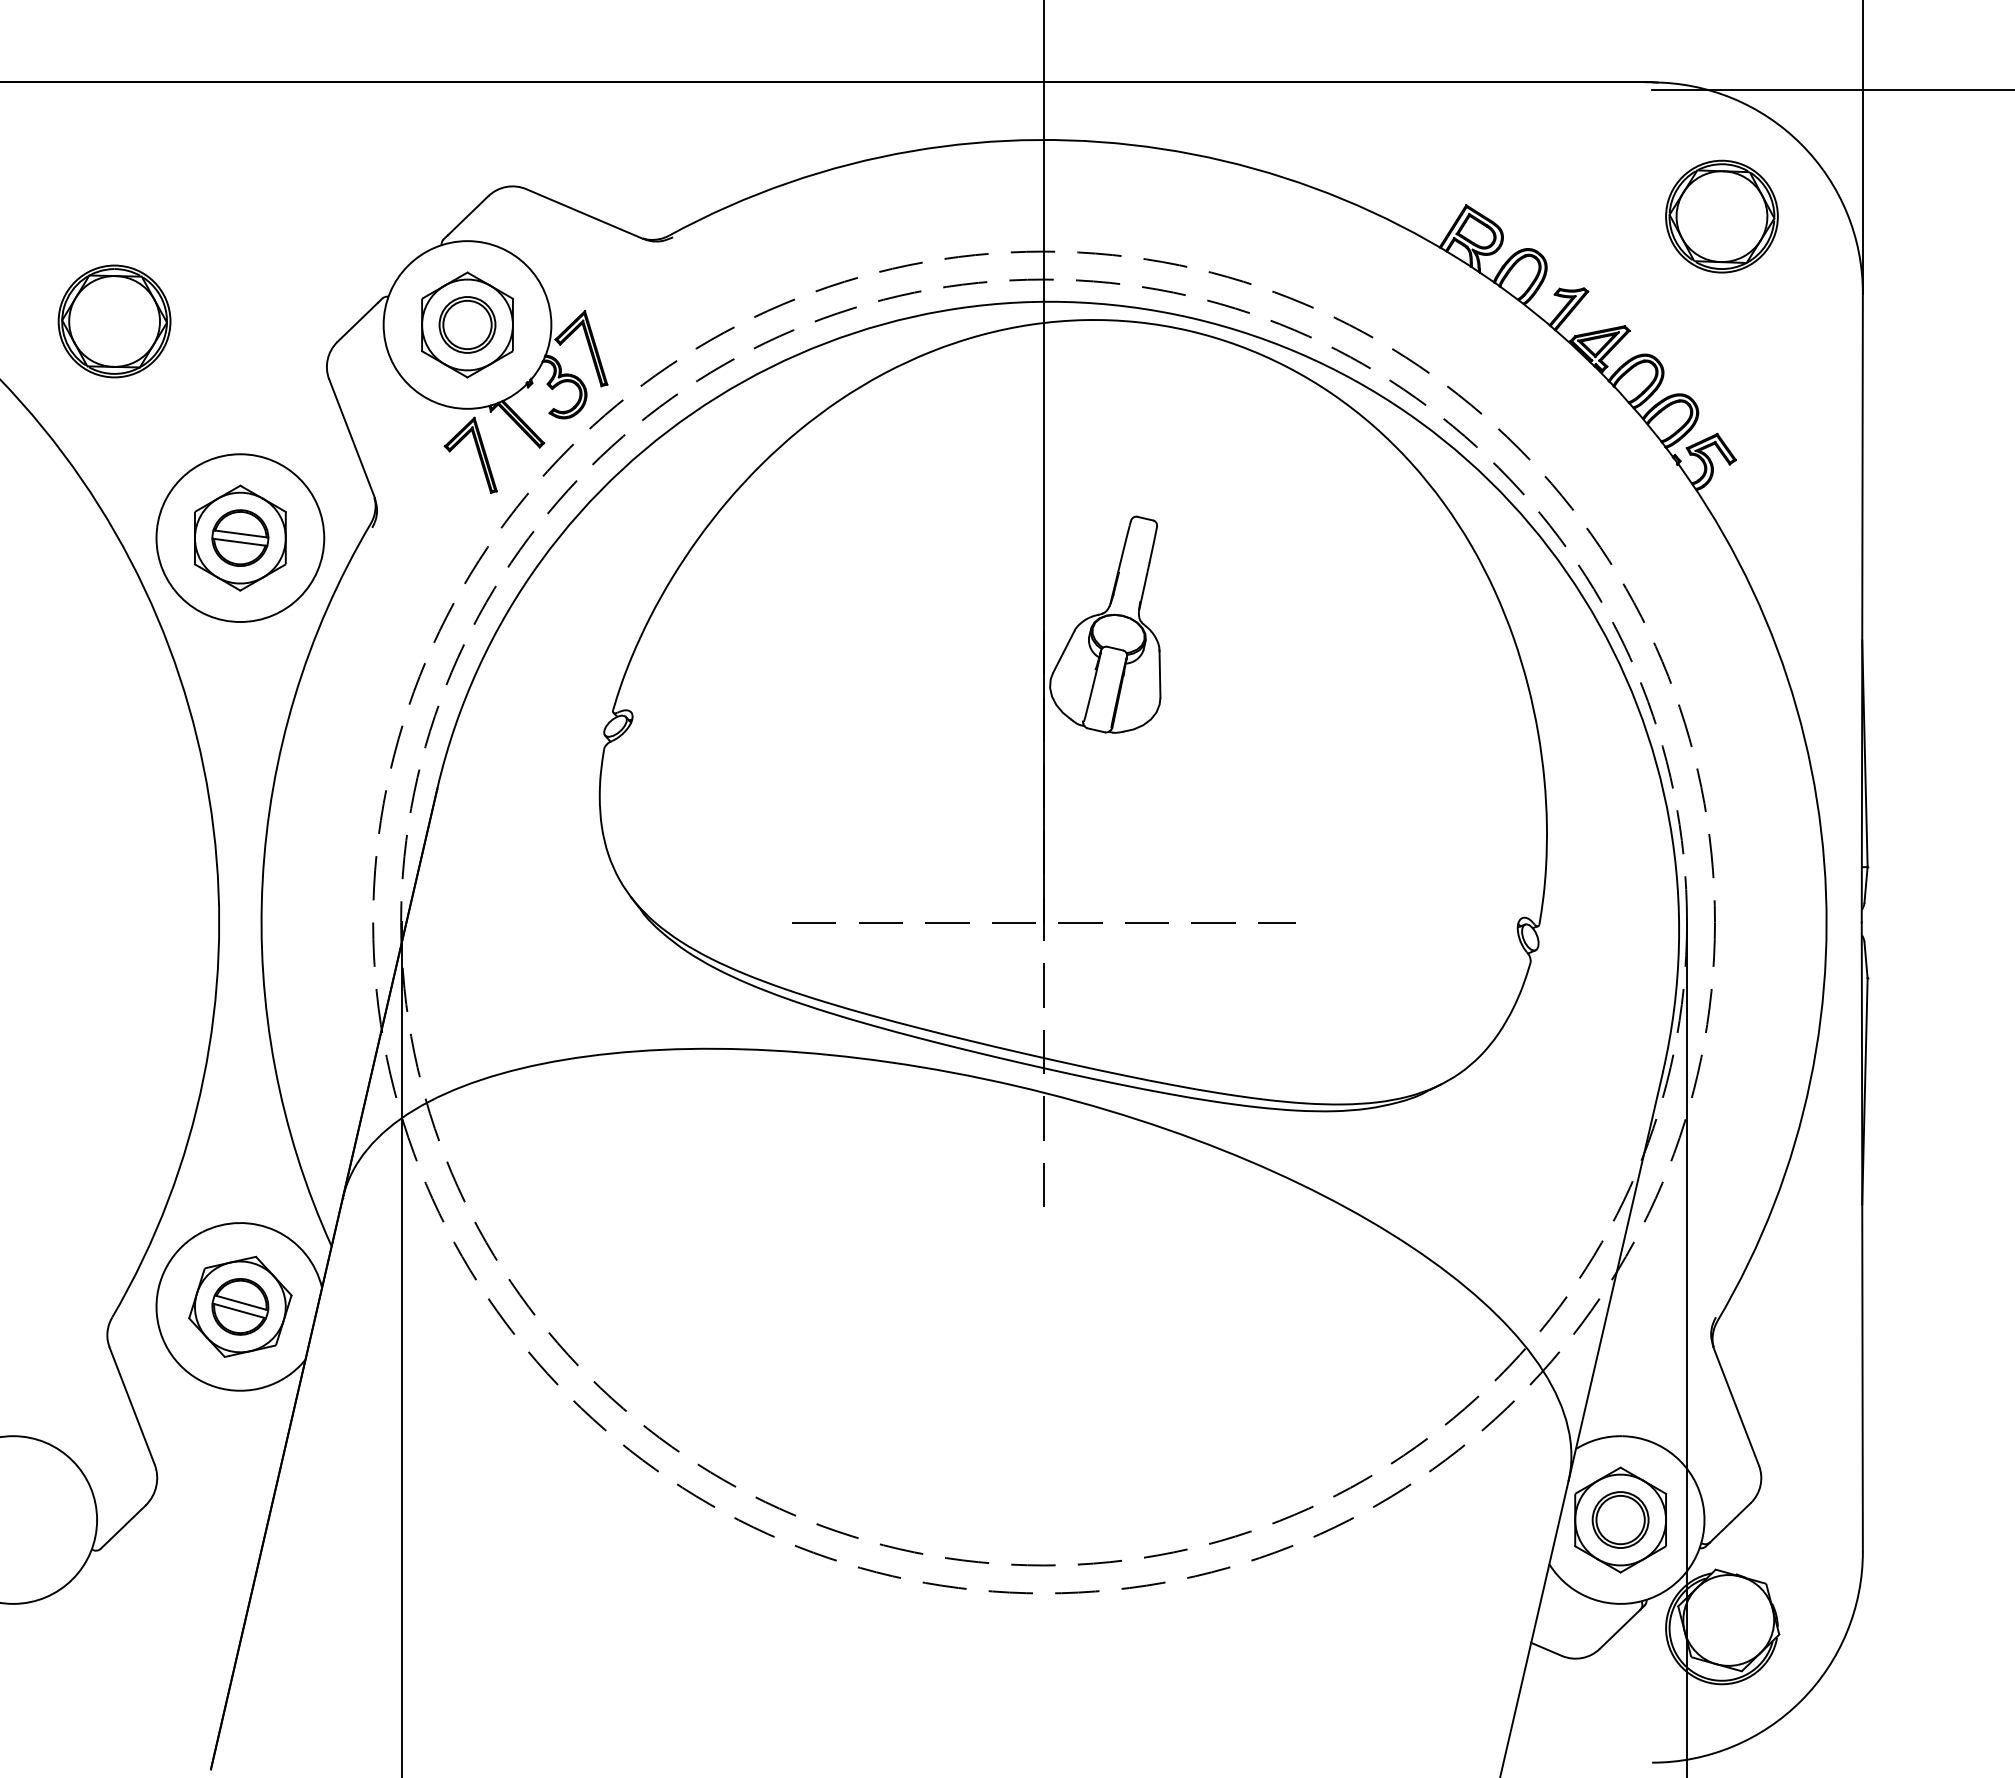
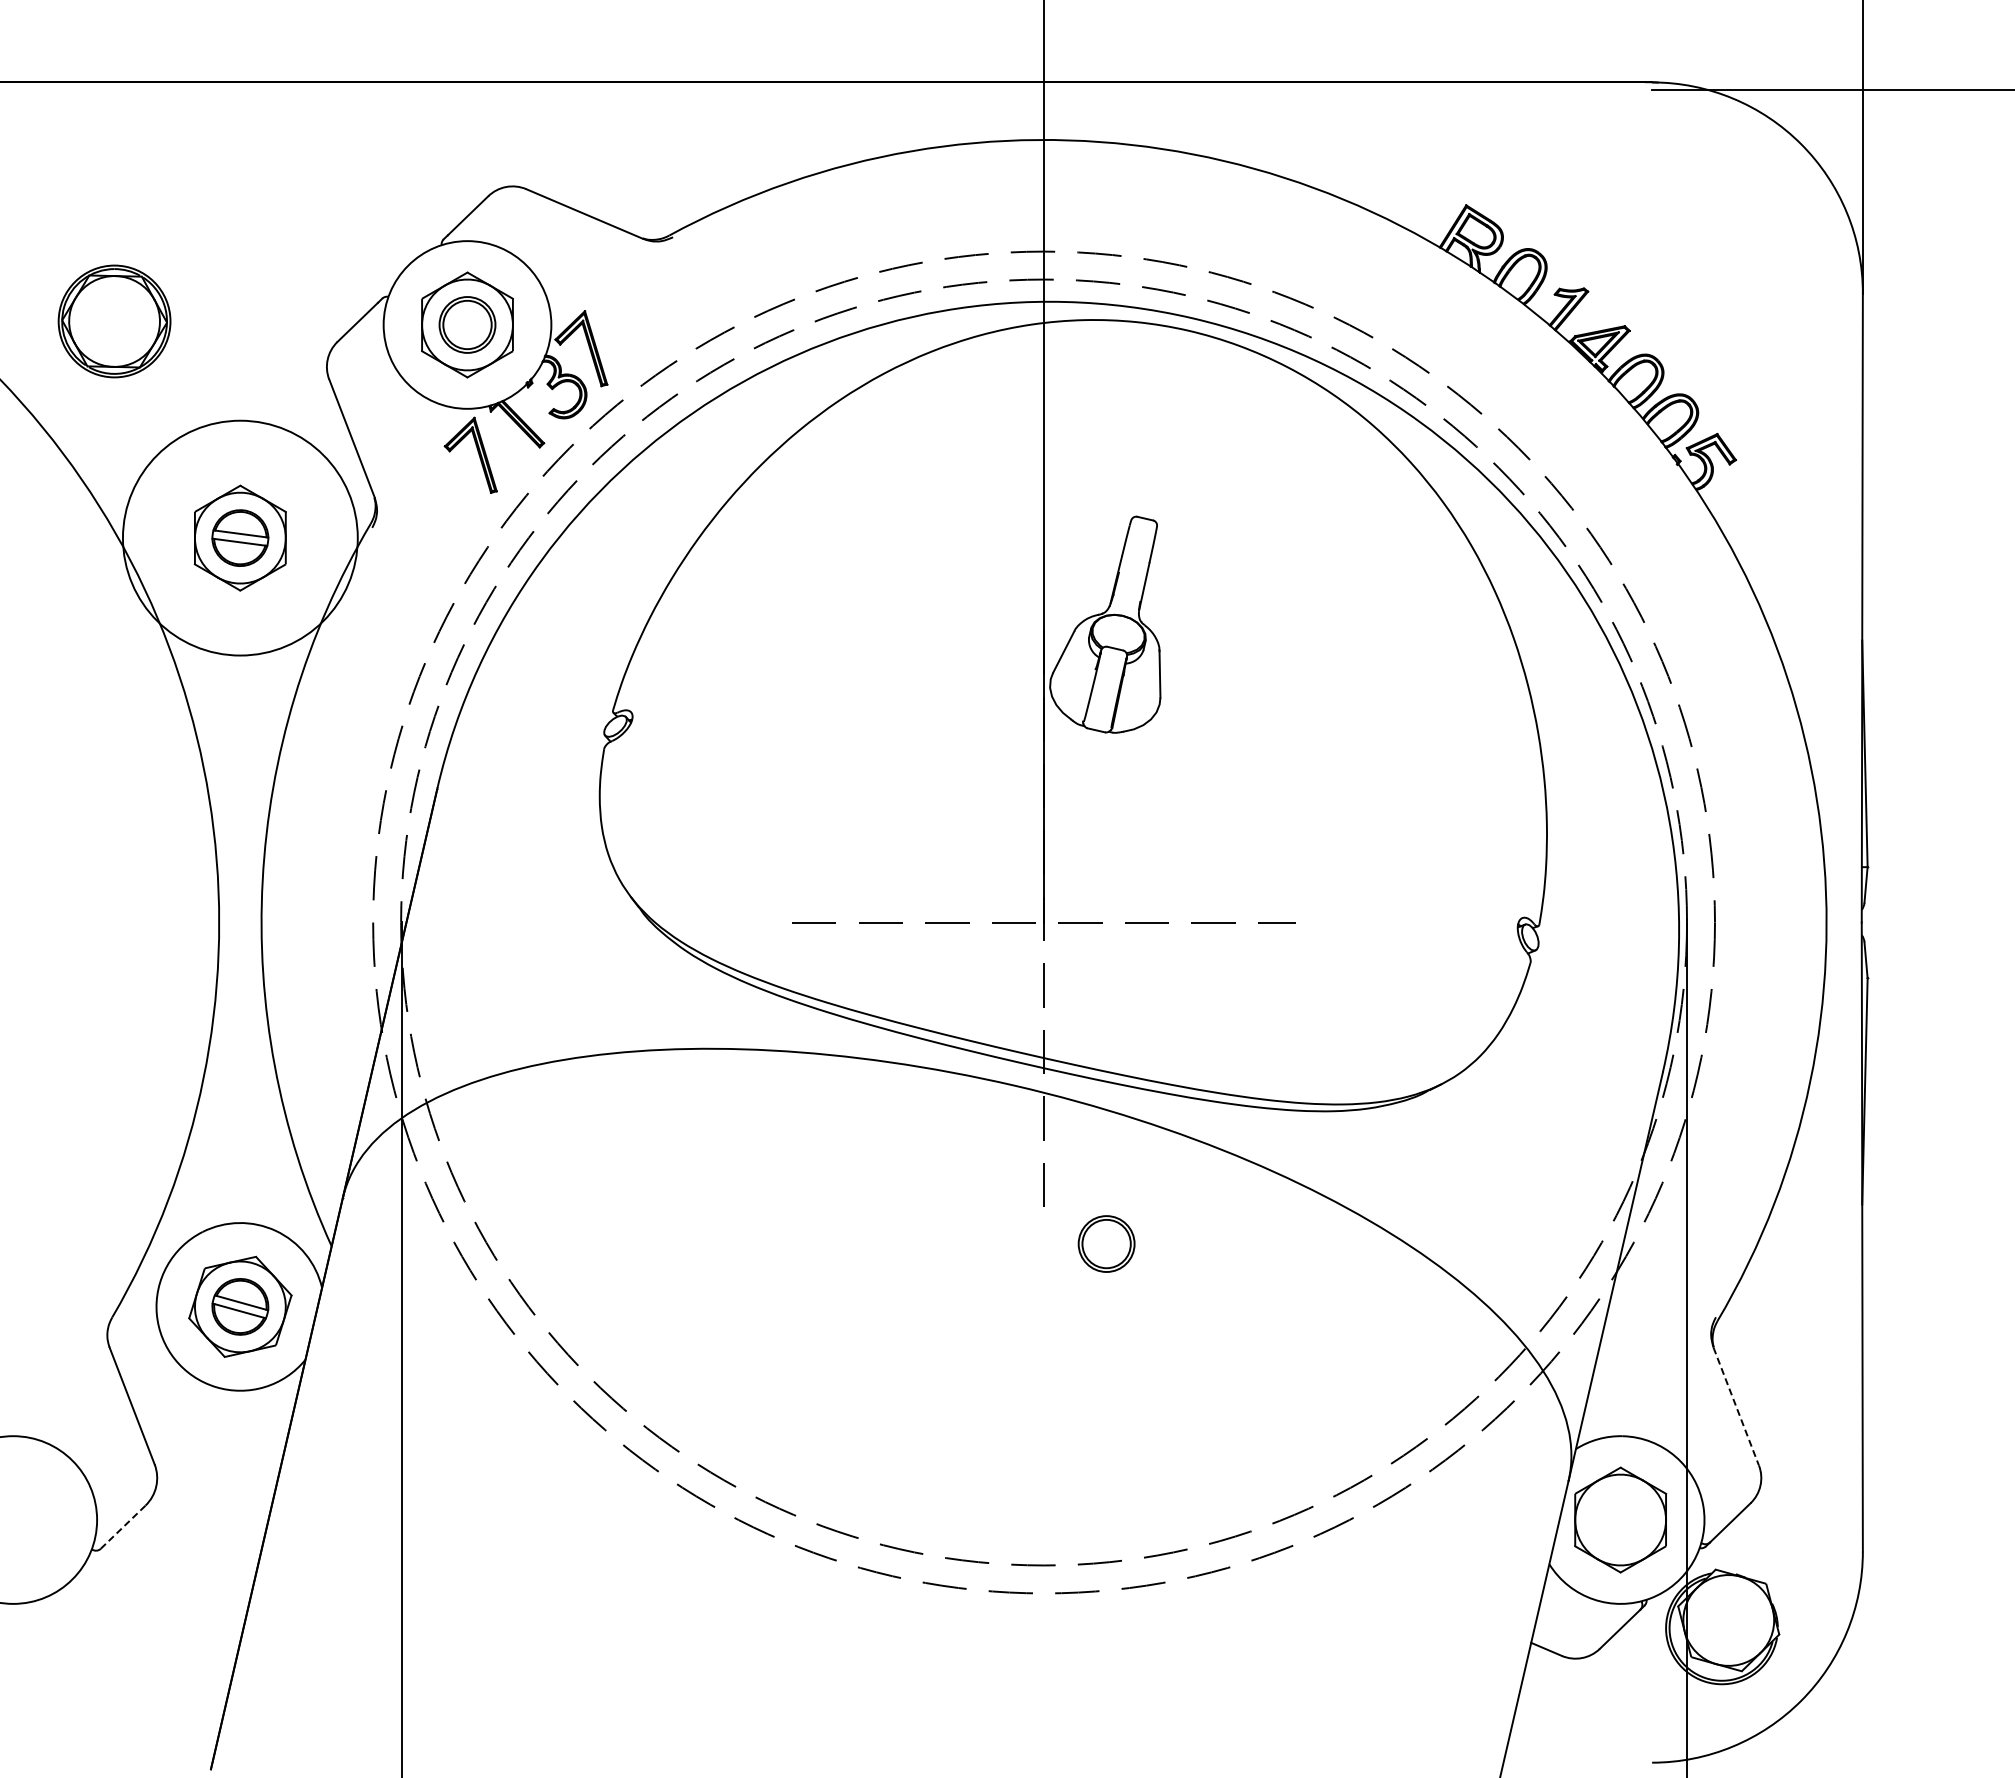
part at (1721, 216): present -> none
circle at (240, 538) diameter: 168 px -> 235 px
line at (1736, 1407): solid -> dashed
part at (1620, 1519) position: (1620, 1519) -> (1106, 1243)
line at (123, 1526): solid -> dashed
